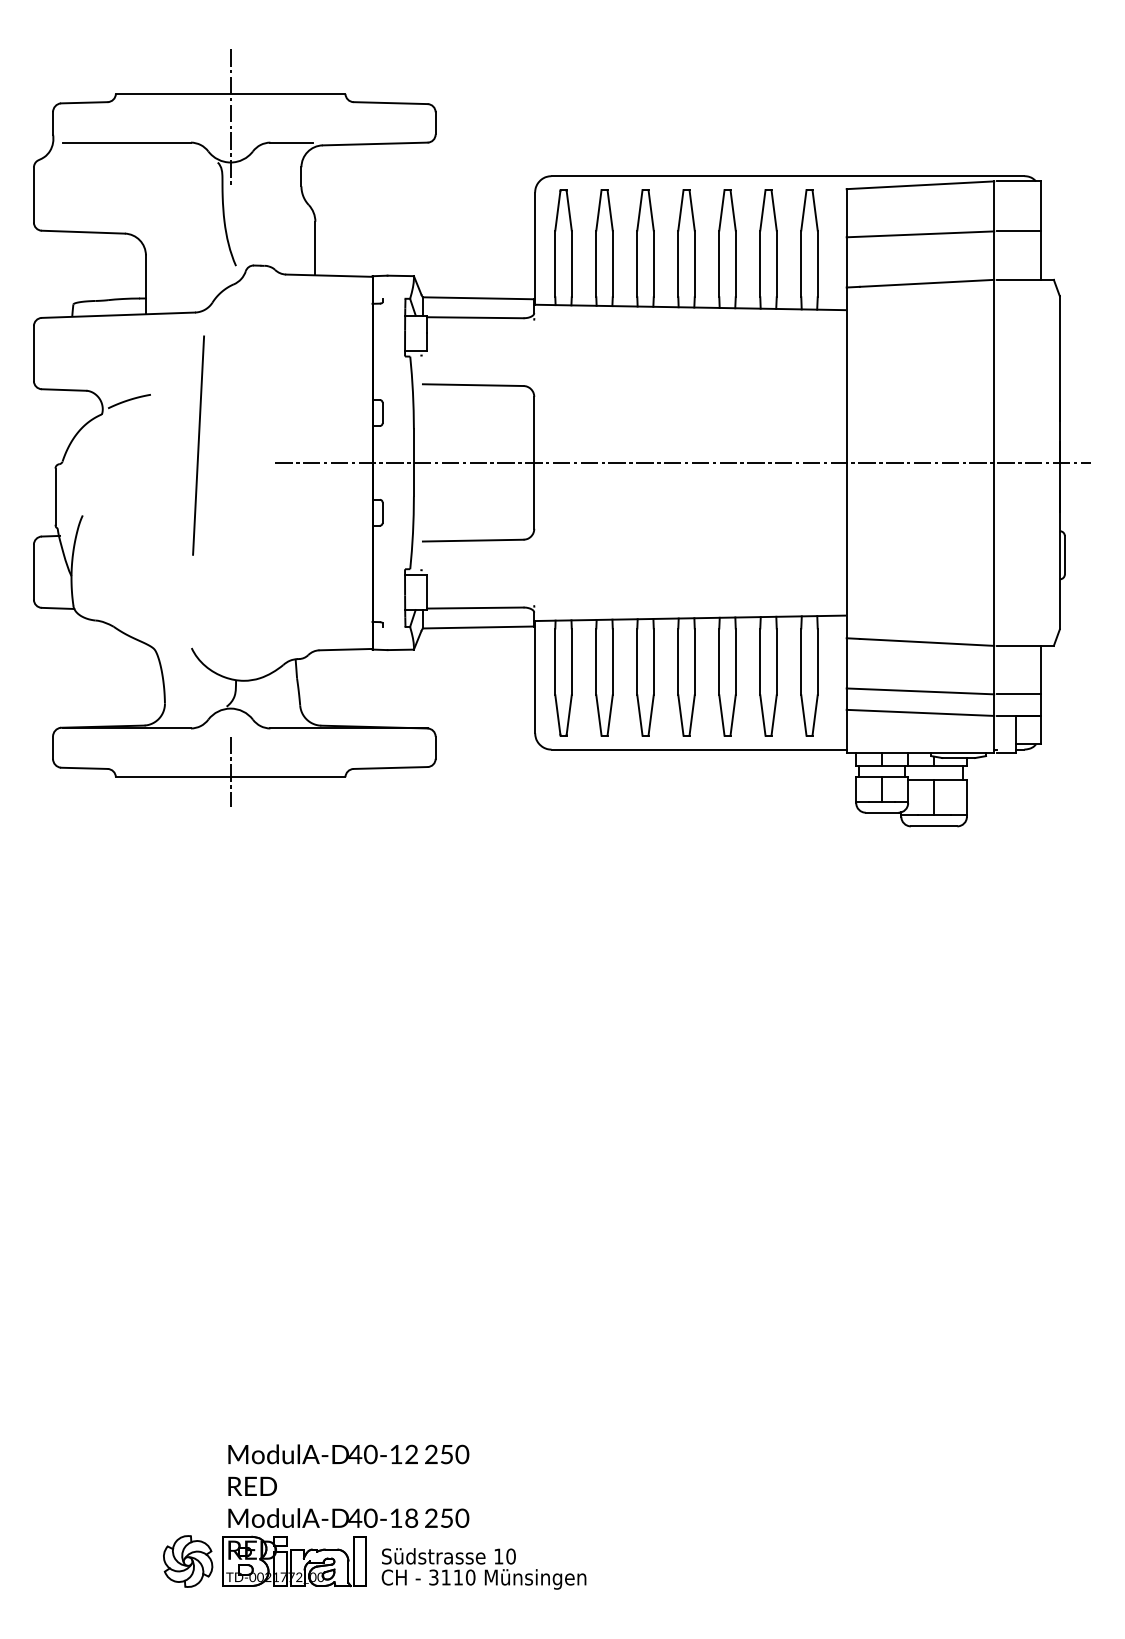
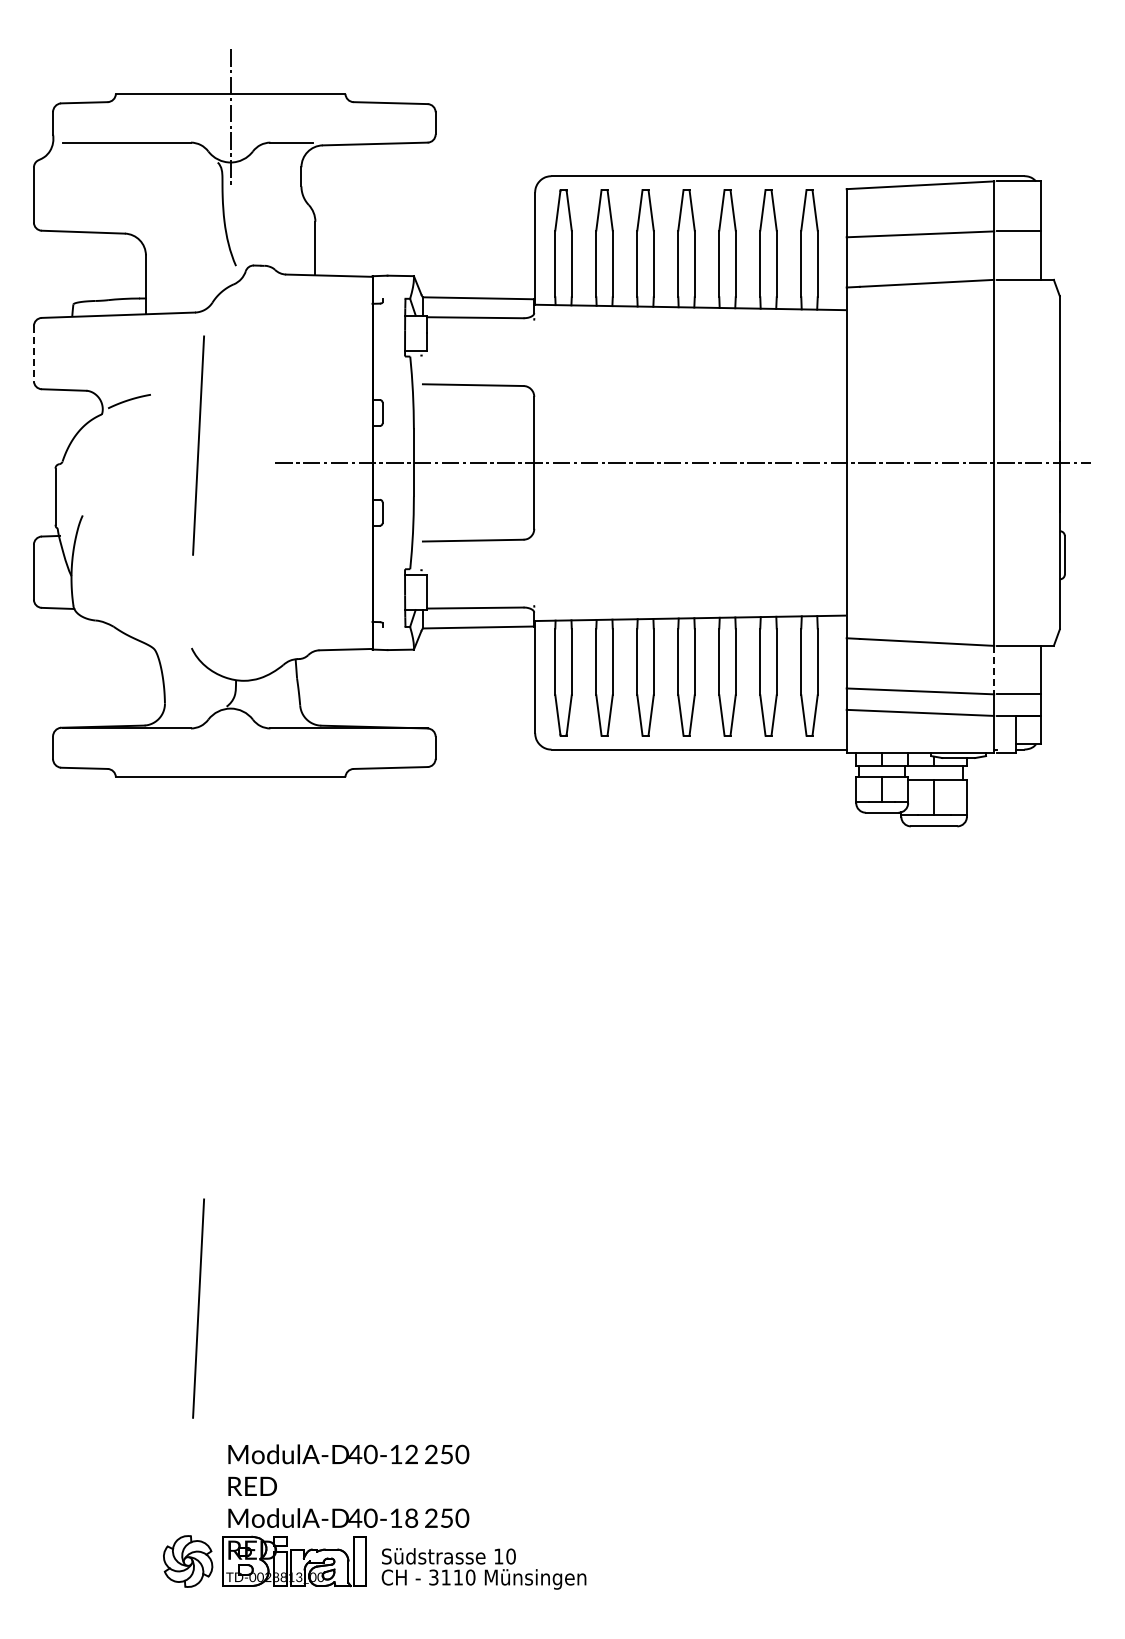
line at (33, 354): solid -> dashed
line at (994, 670): solid -> dashed
line at (230, 771): present -> none
line at (198, 1308): none -> present
text at (287, 1577): TD-0021772_00 -> TD-0028813_00
